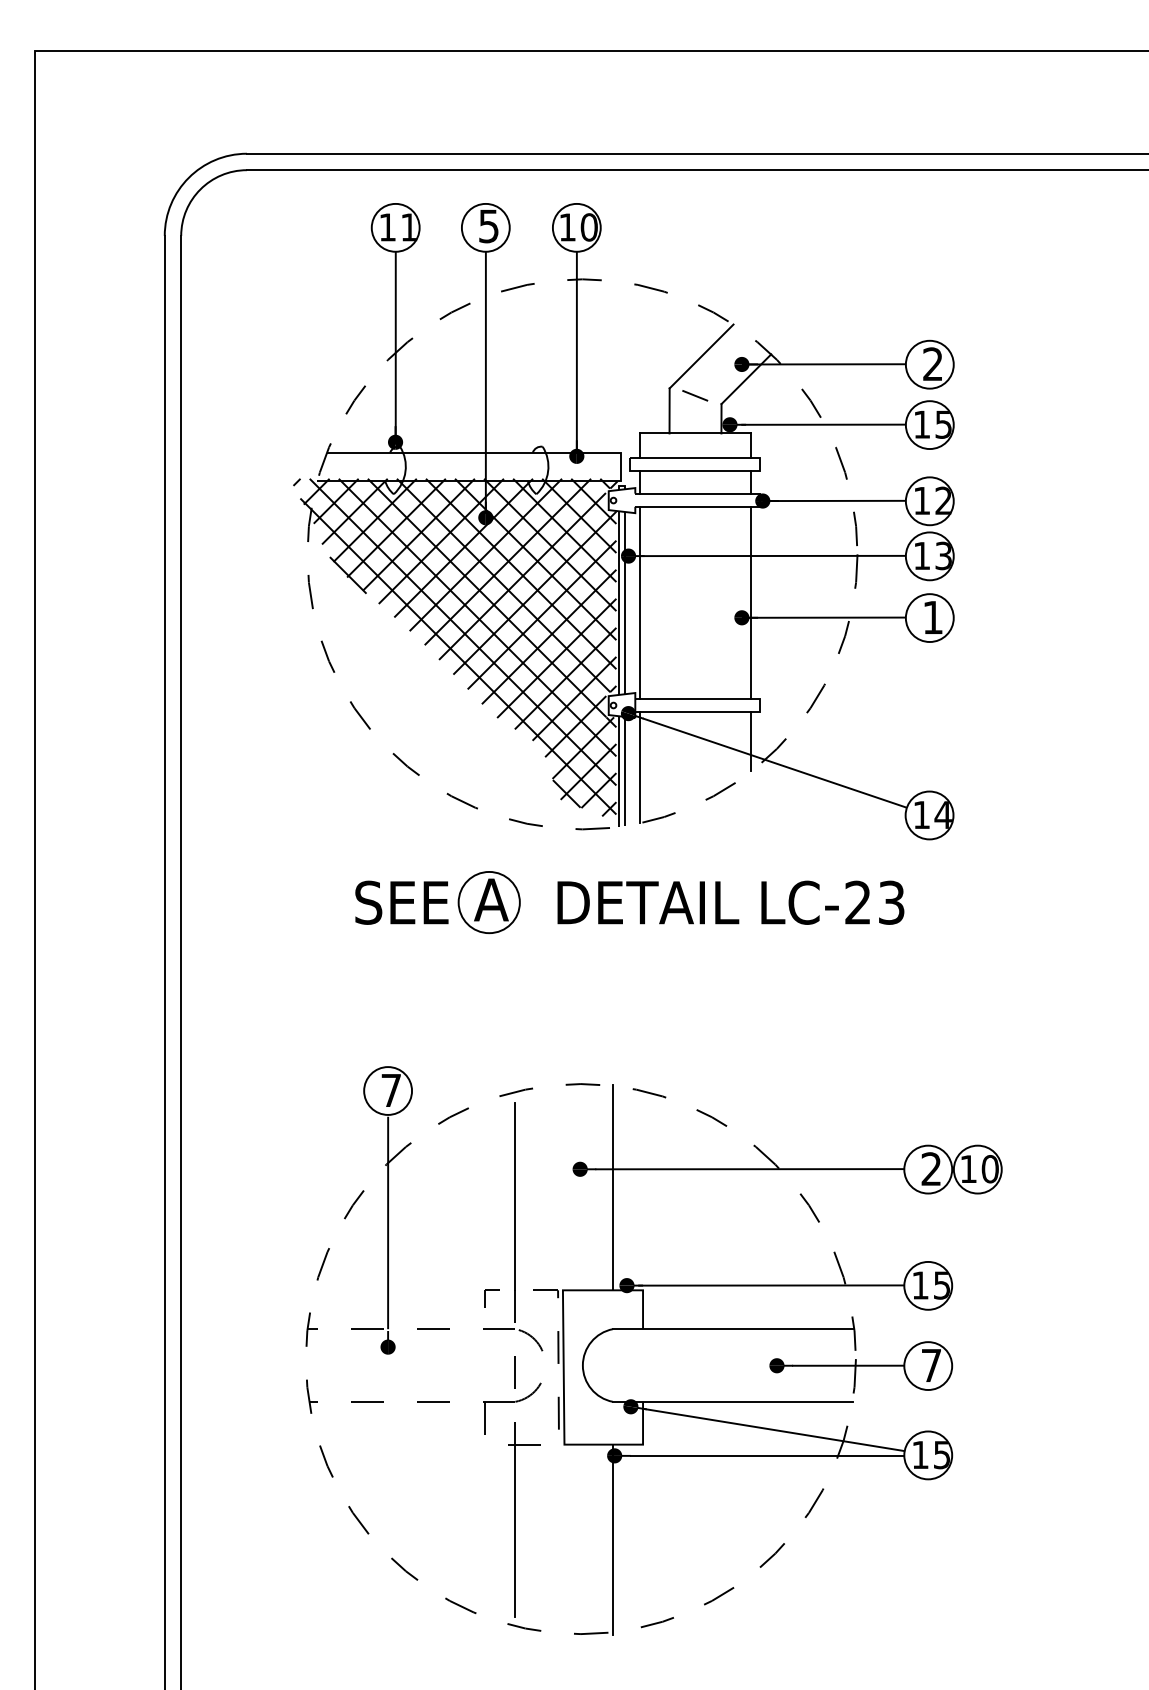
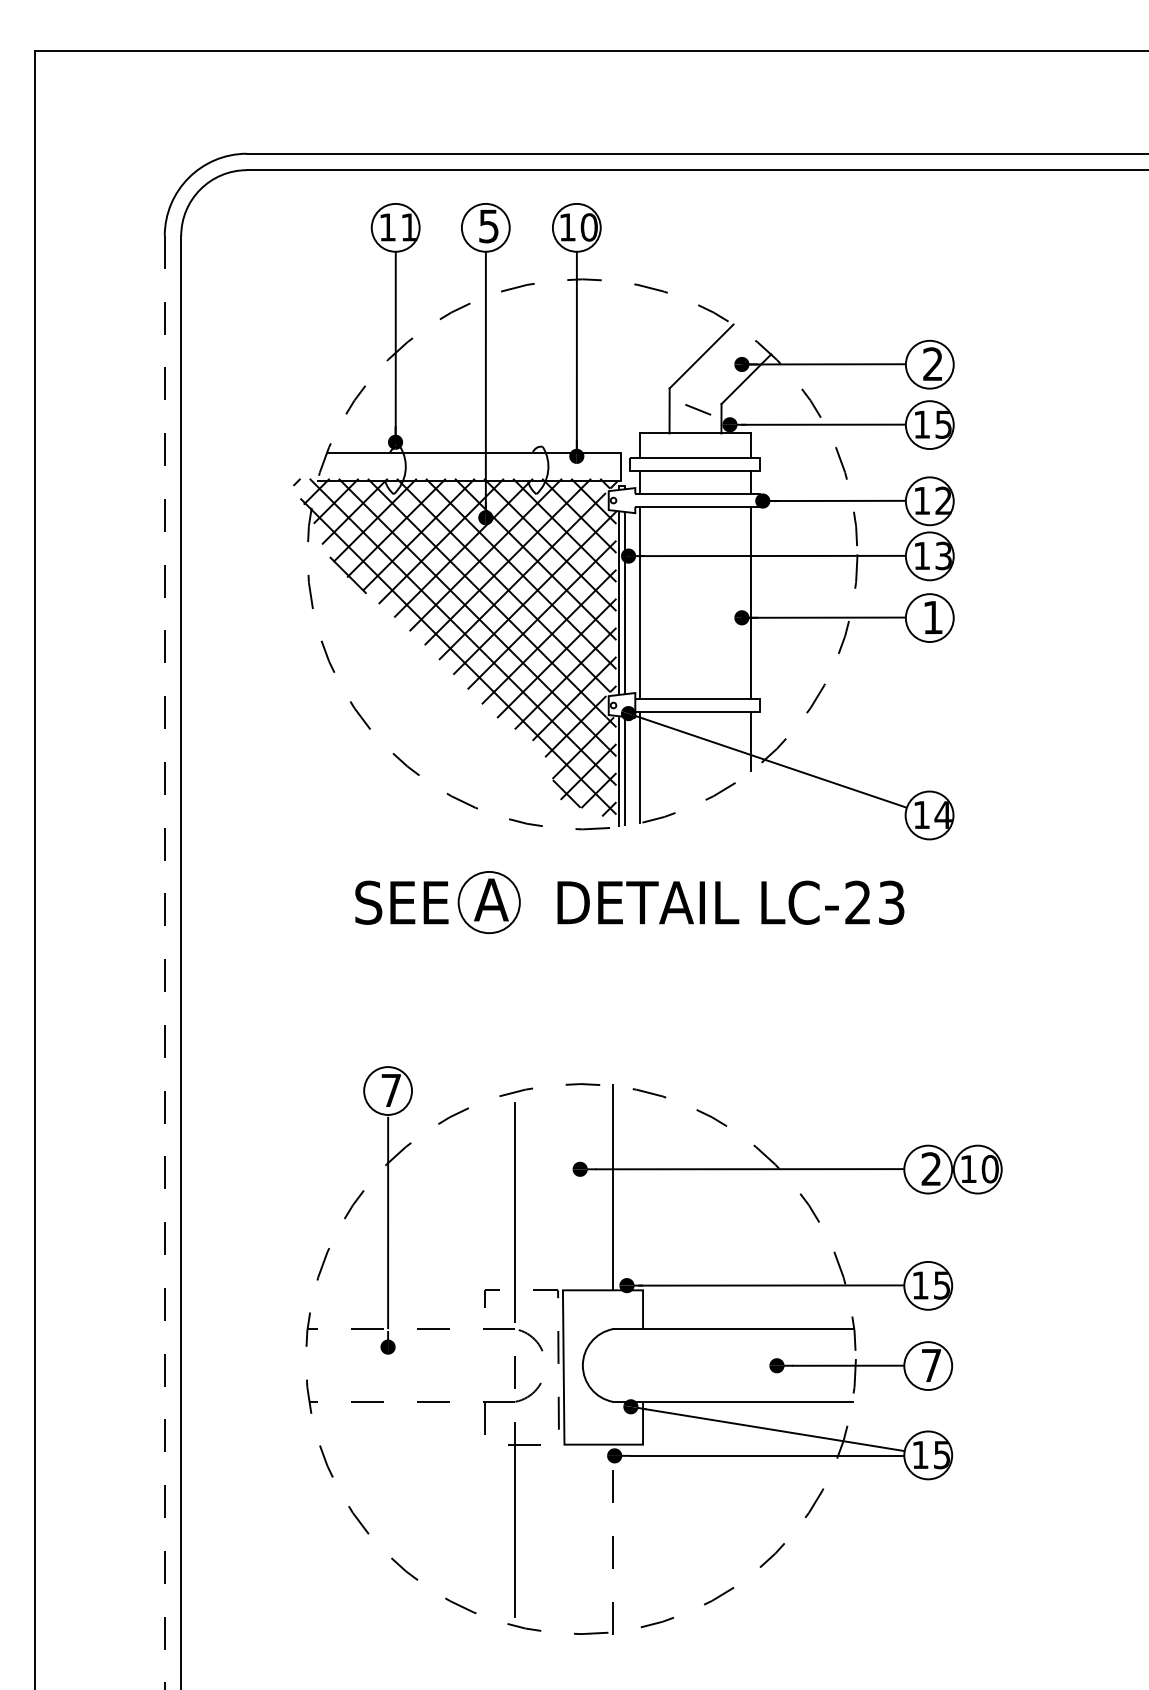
line at (695, 395) position: (695, 395) -> (698, 409)
line at (164, 962): solid -> dashed
line at (612, 1539): solid -> dashed
